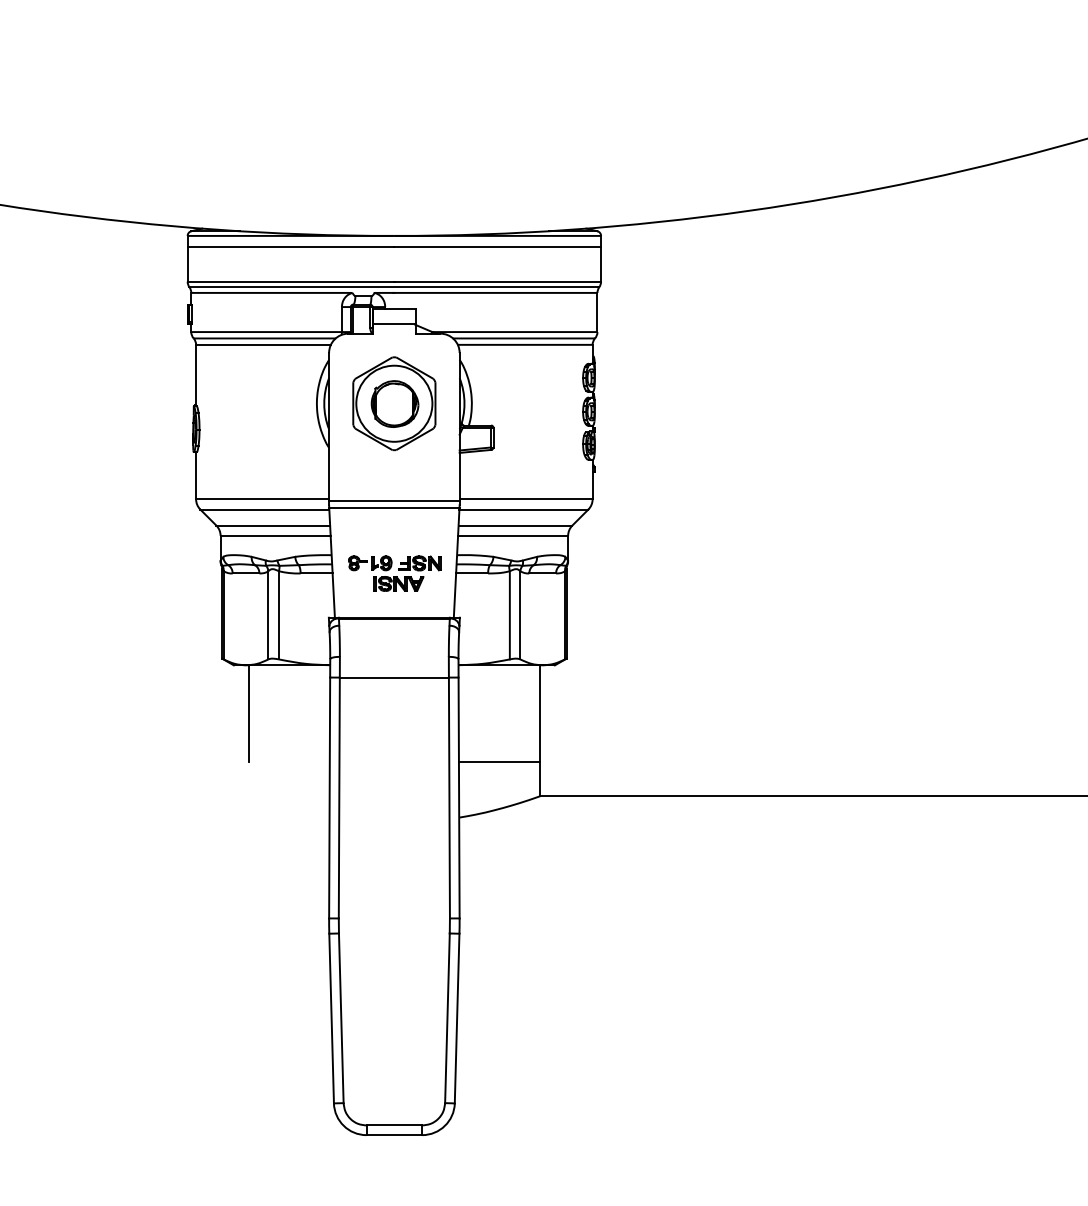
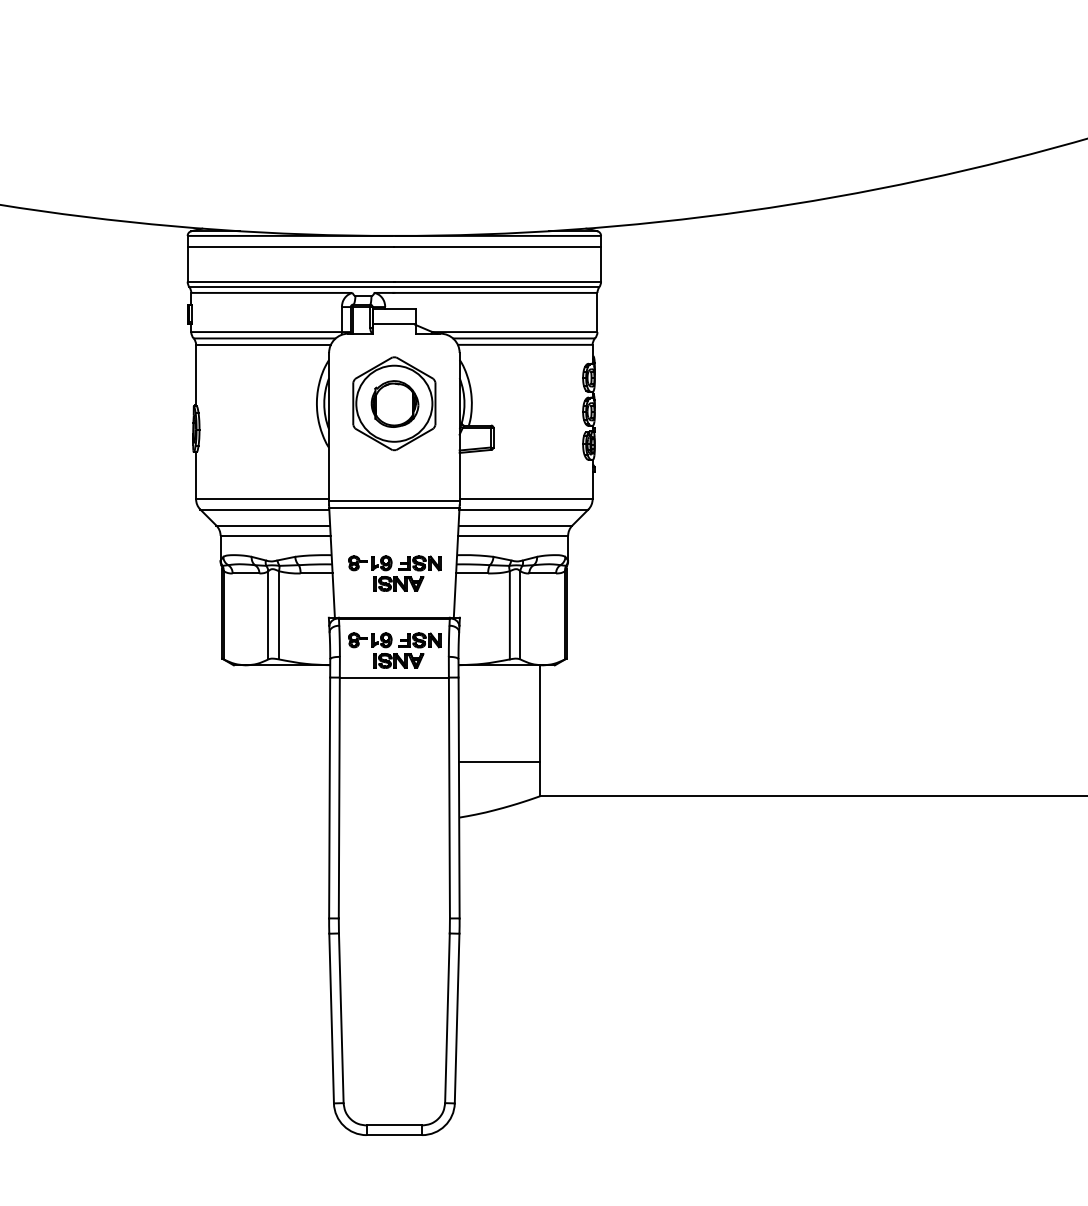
part at (394, 650): none -> present
line at (248, 713): present -> none
